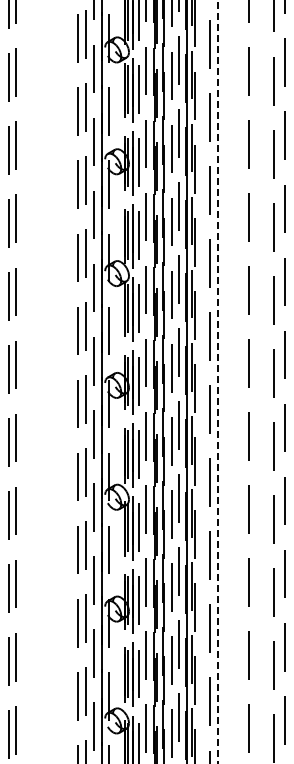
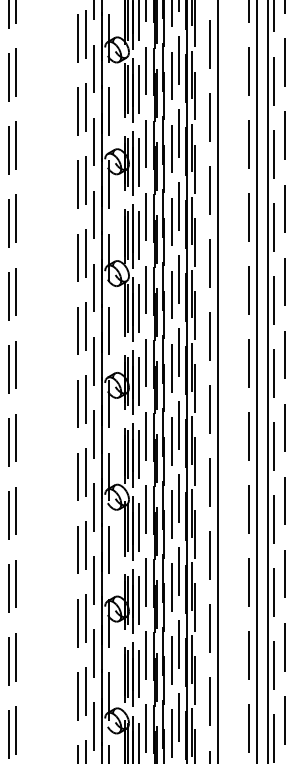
line at (217, 381): dashed -> solid
line at (256, 381): none -> present
line at (267, 381): none -> present
